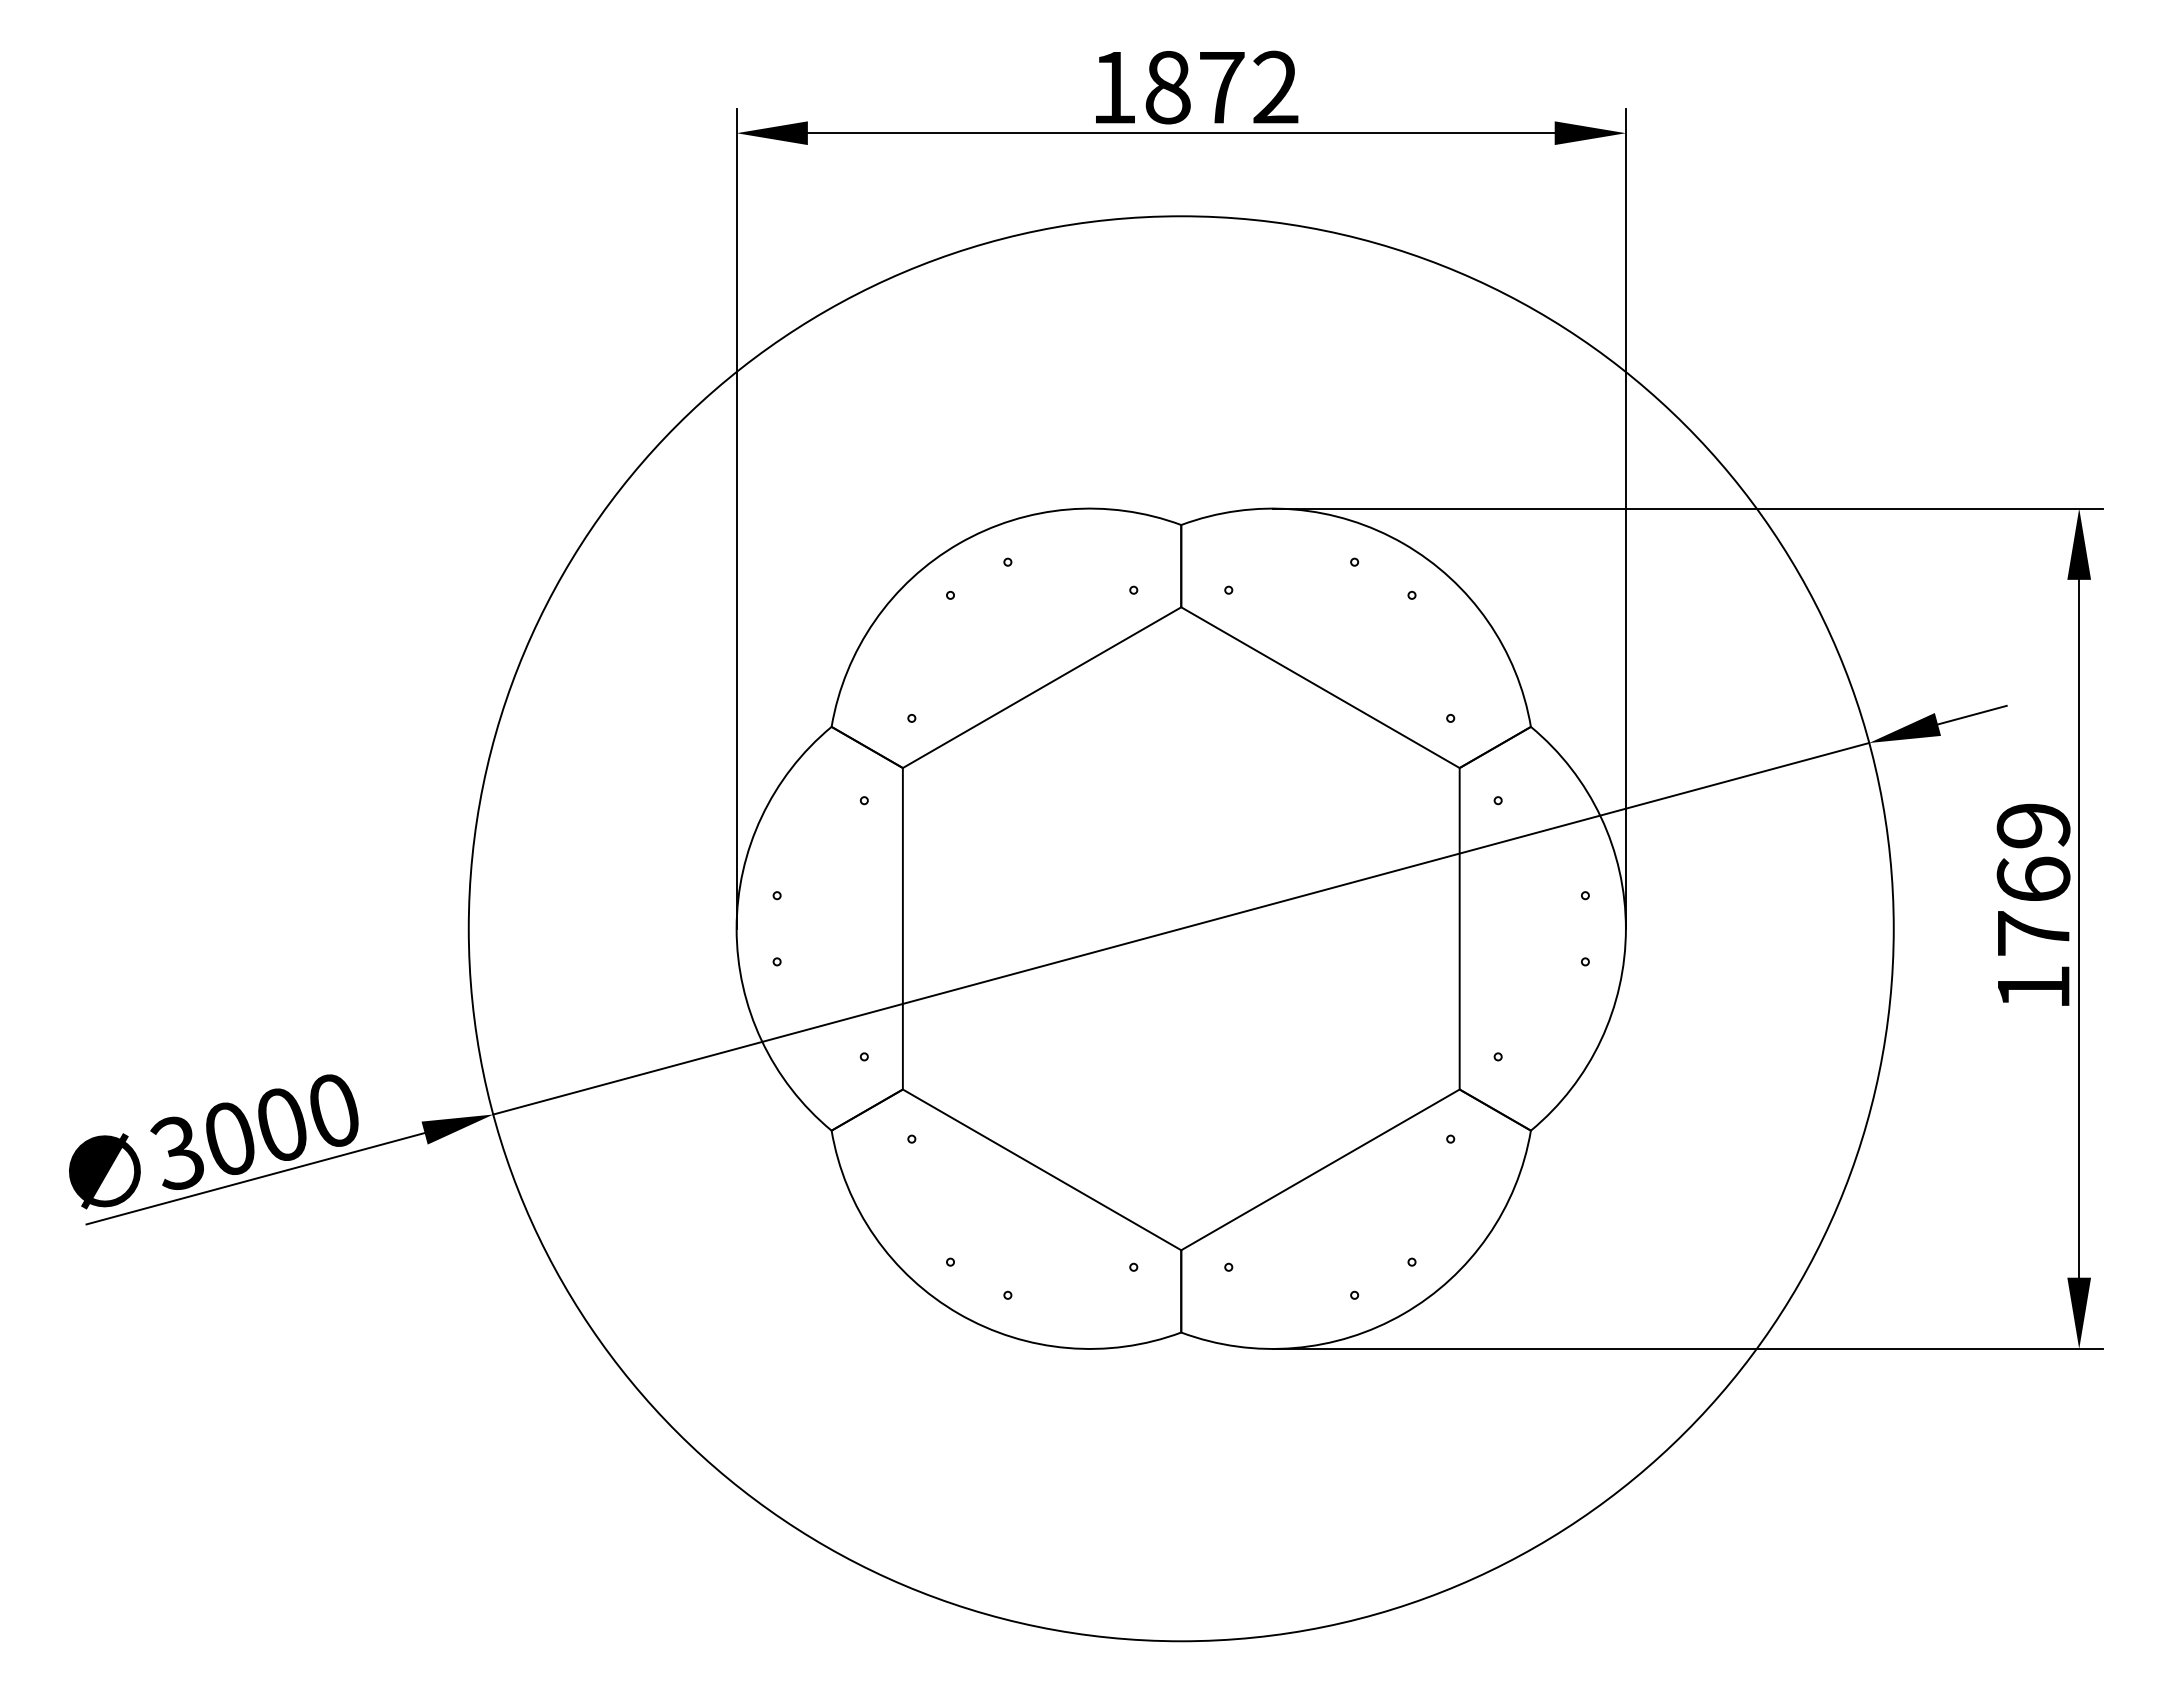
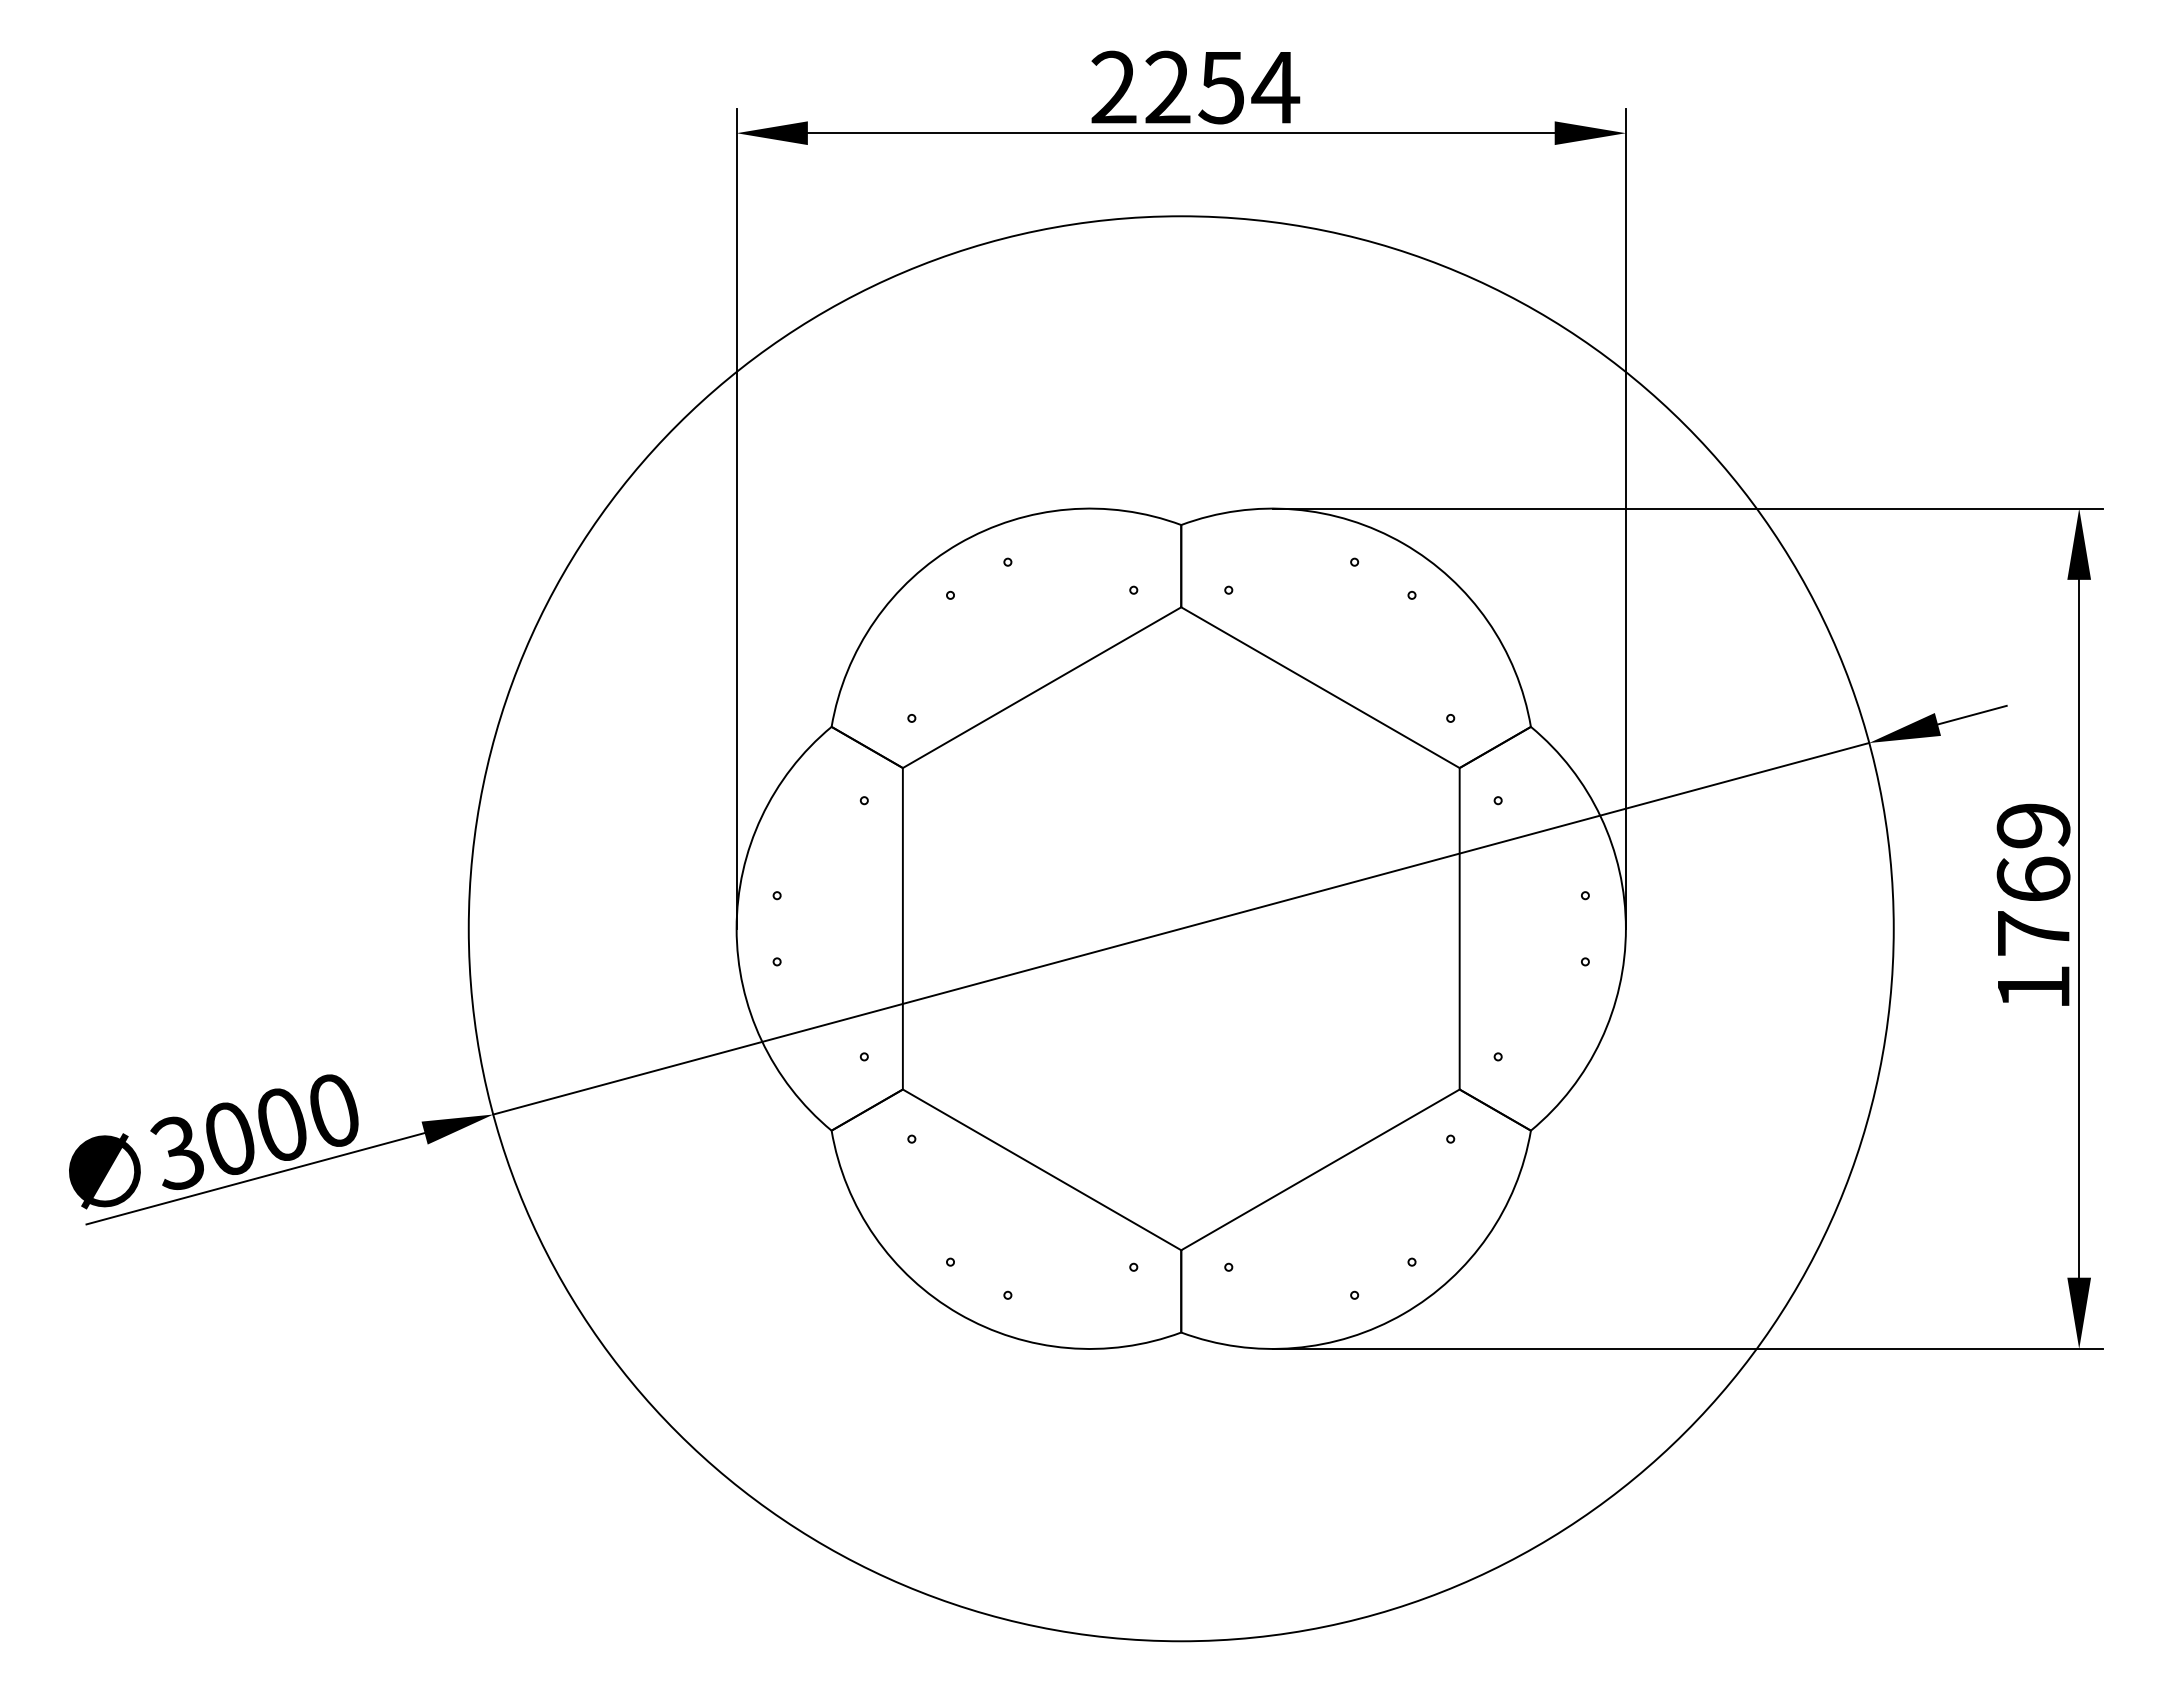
text at (1195, 87): 1872 -> 2254
